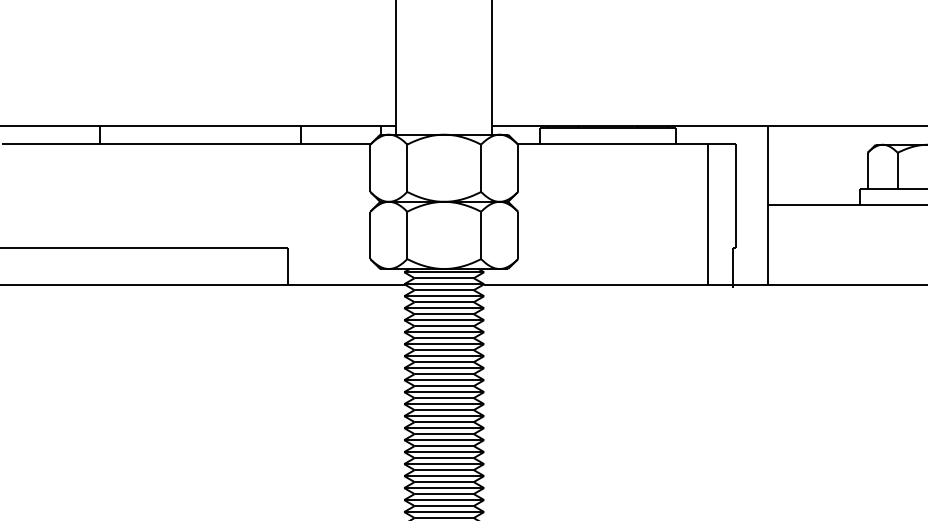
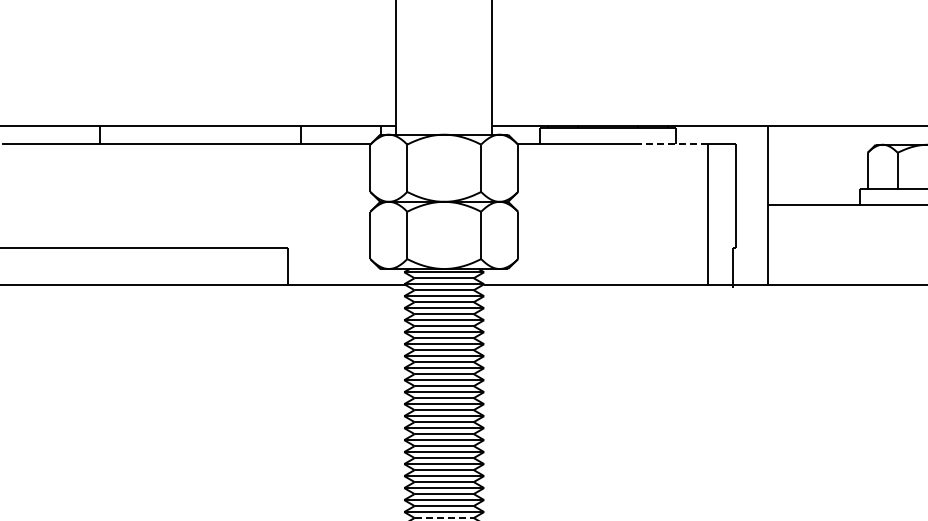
line at (671, 144): solid -> dashed
line at (444, 518): solid -> dashed
